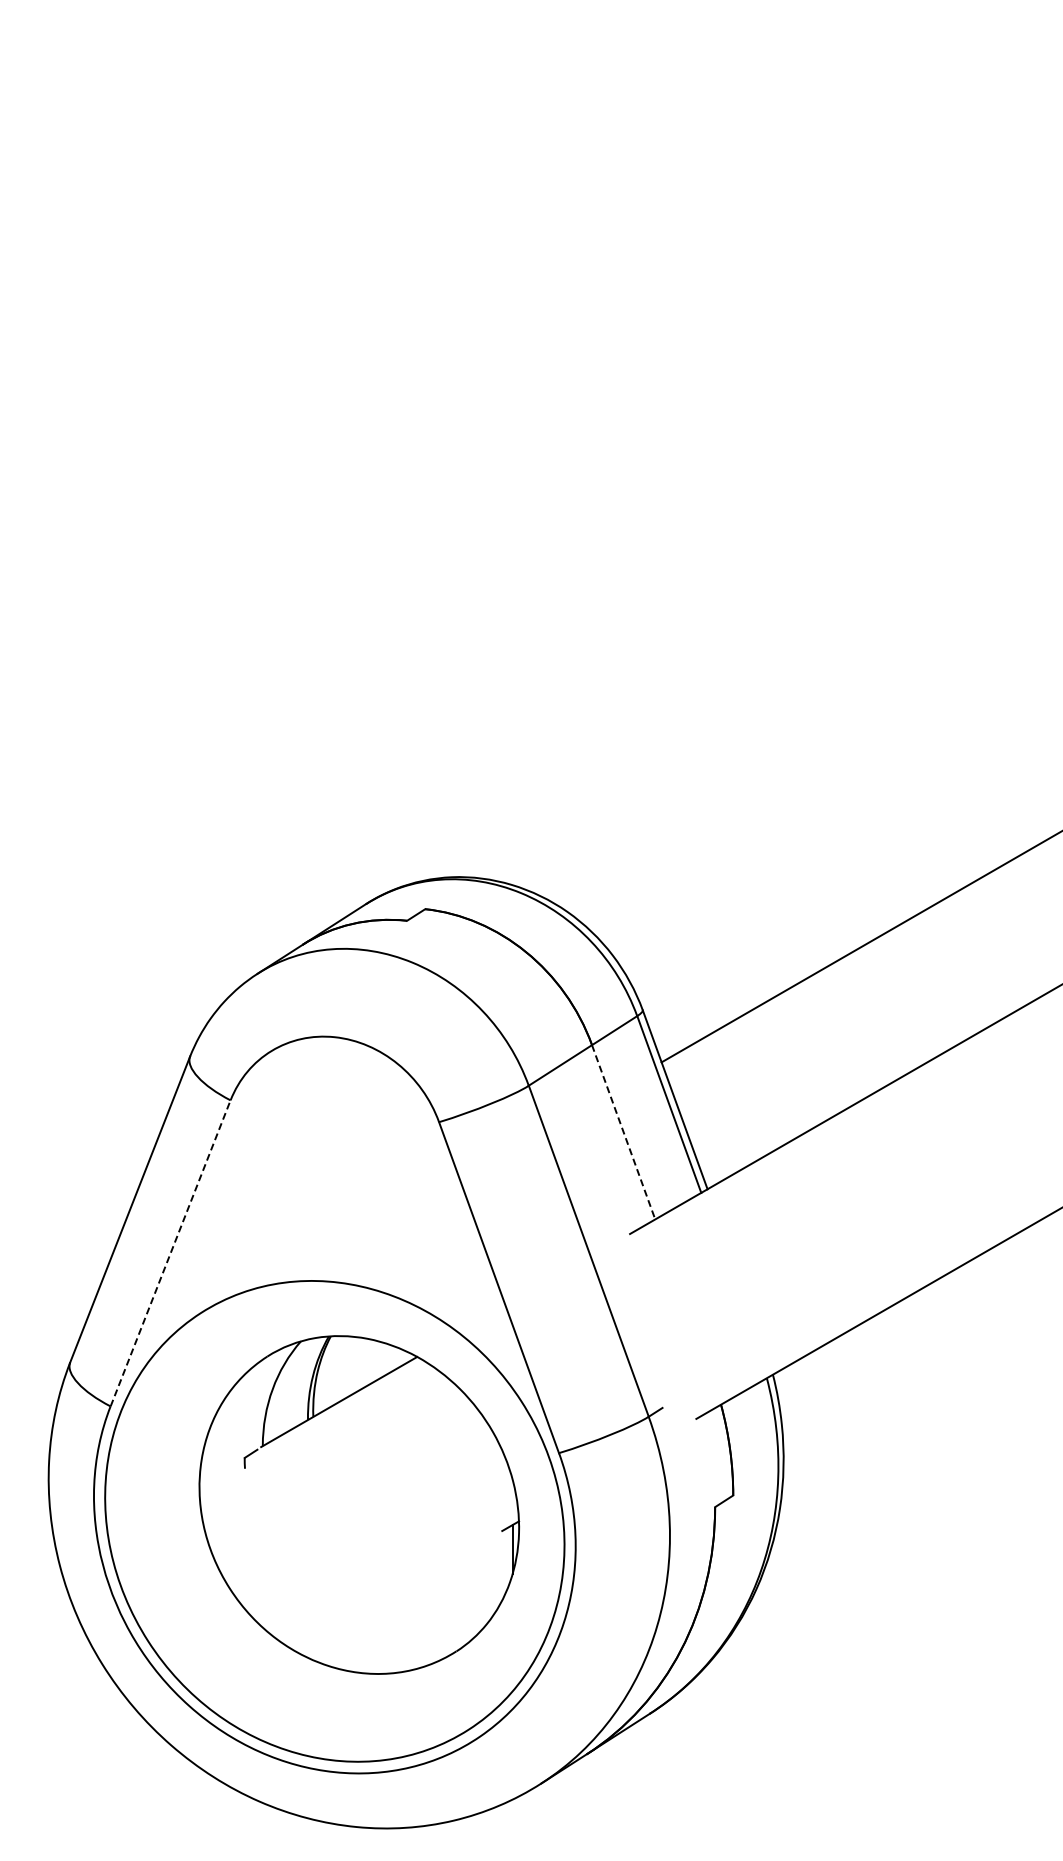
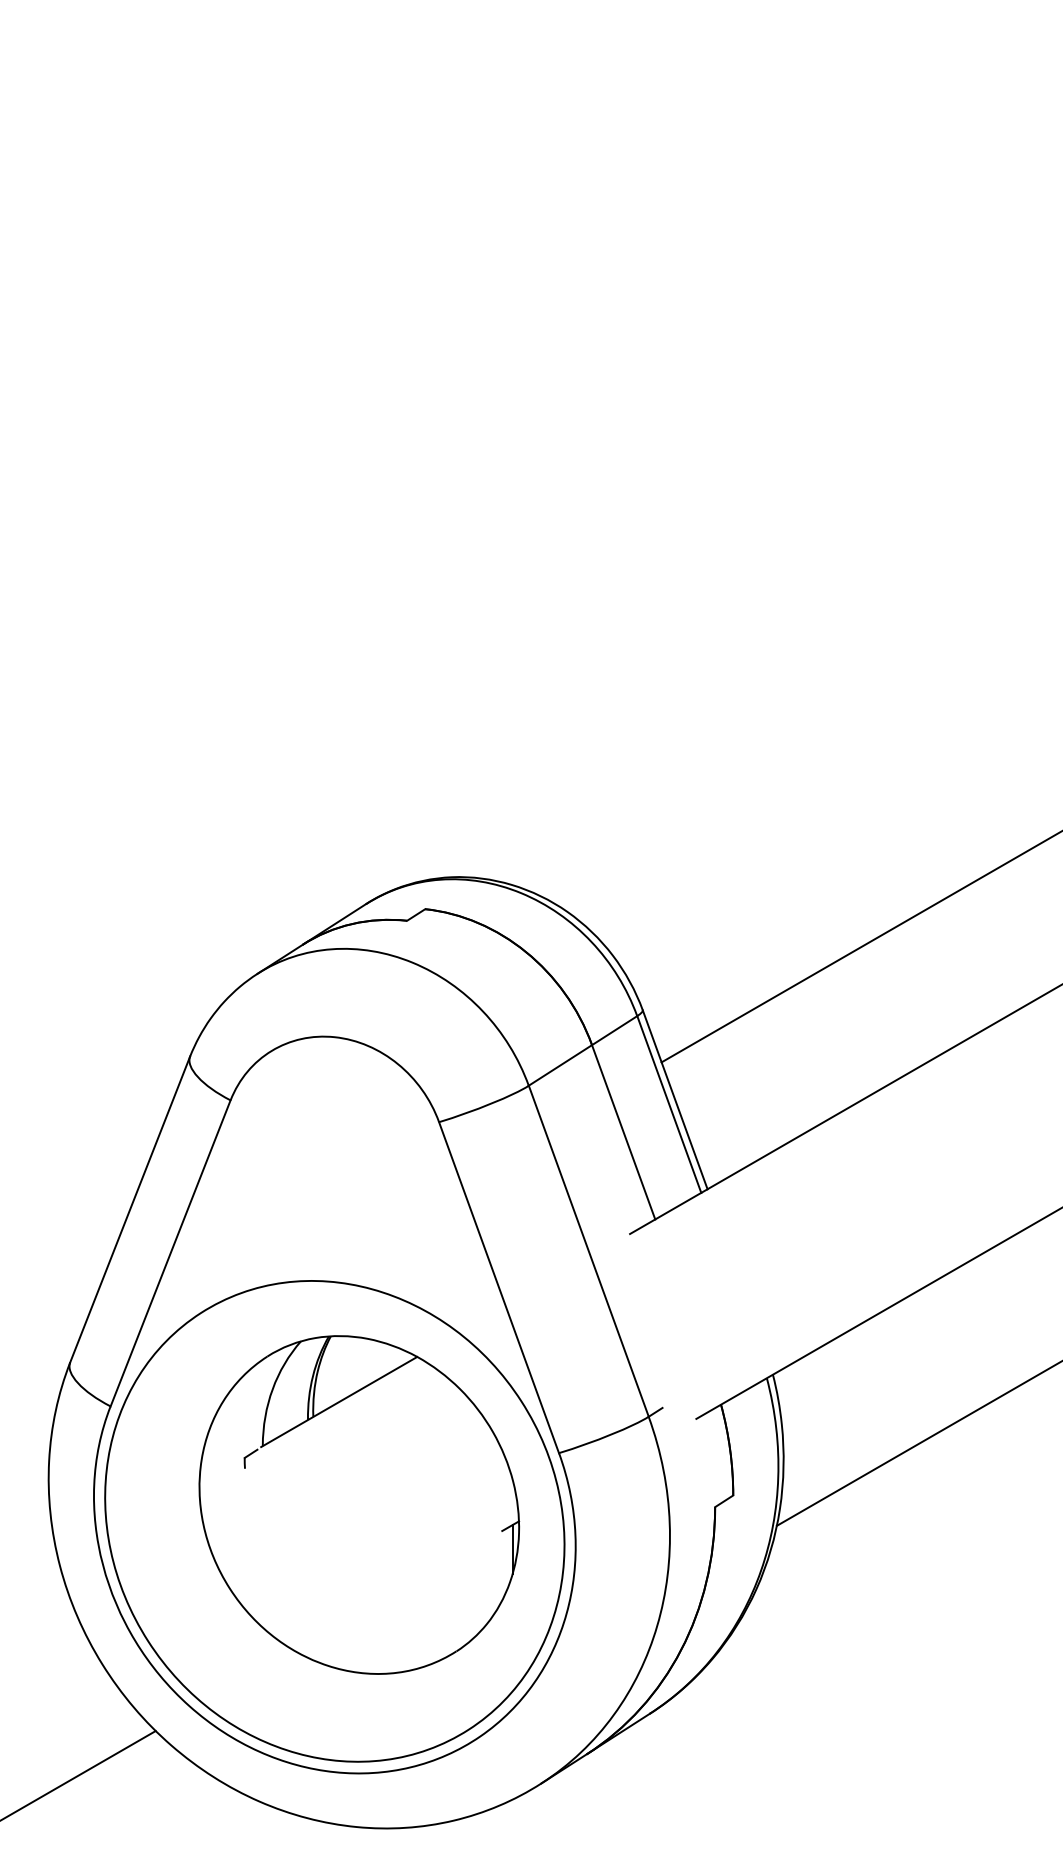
line at (623, 1132): dashed -> solid
line at (170, 1252): dashed -> solid
line at (917, 1443): none -> present
line at (78, 1775): none -> present
